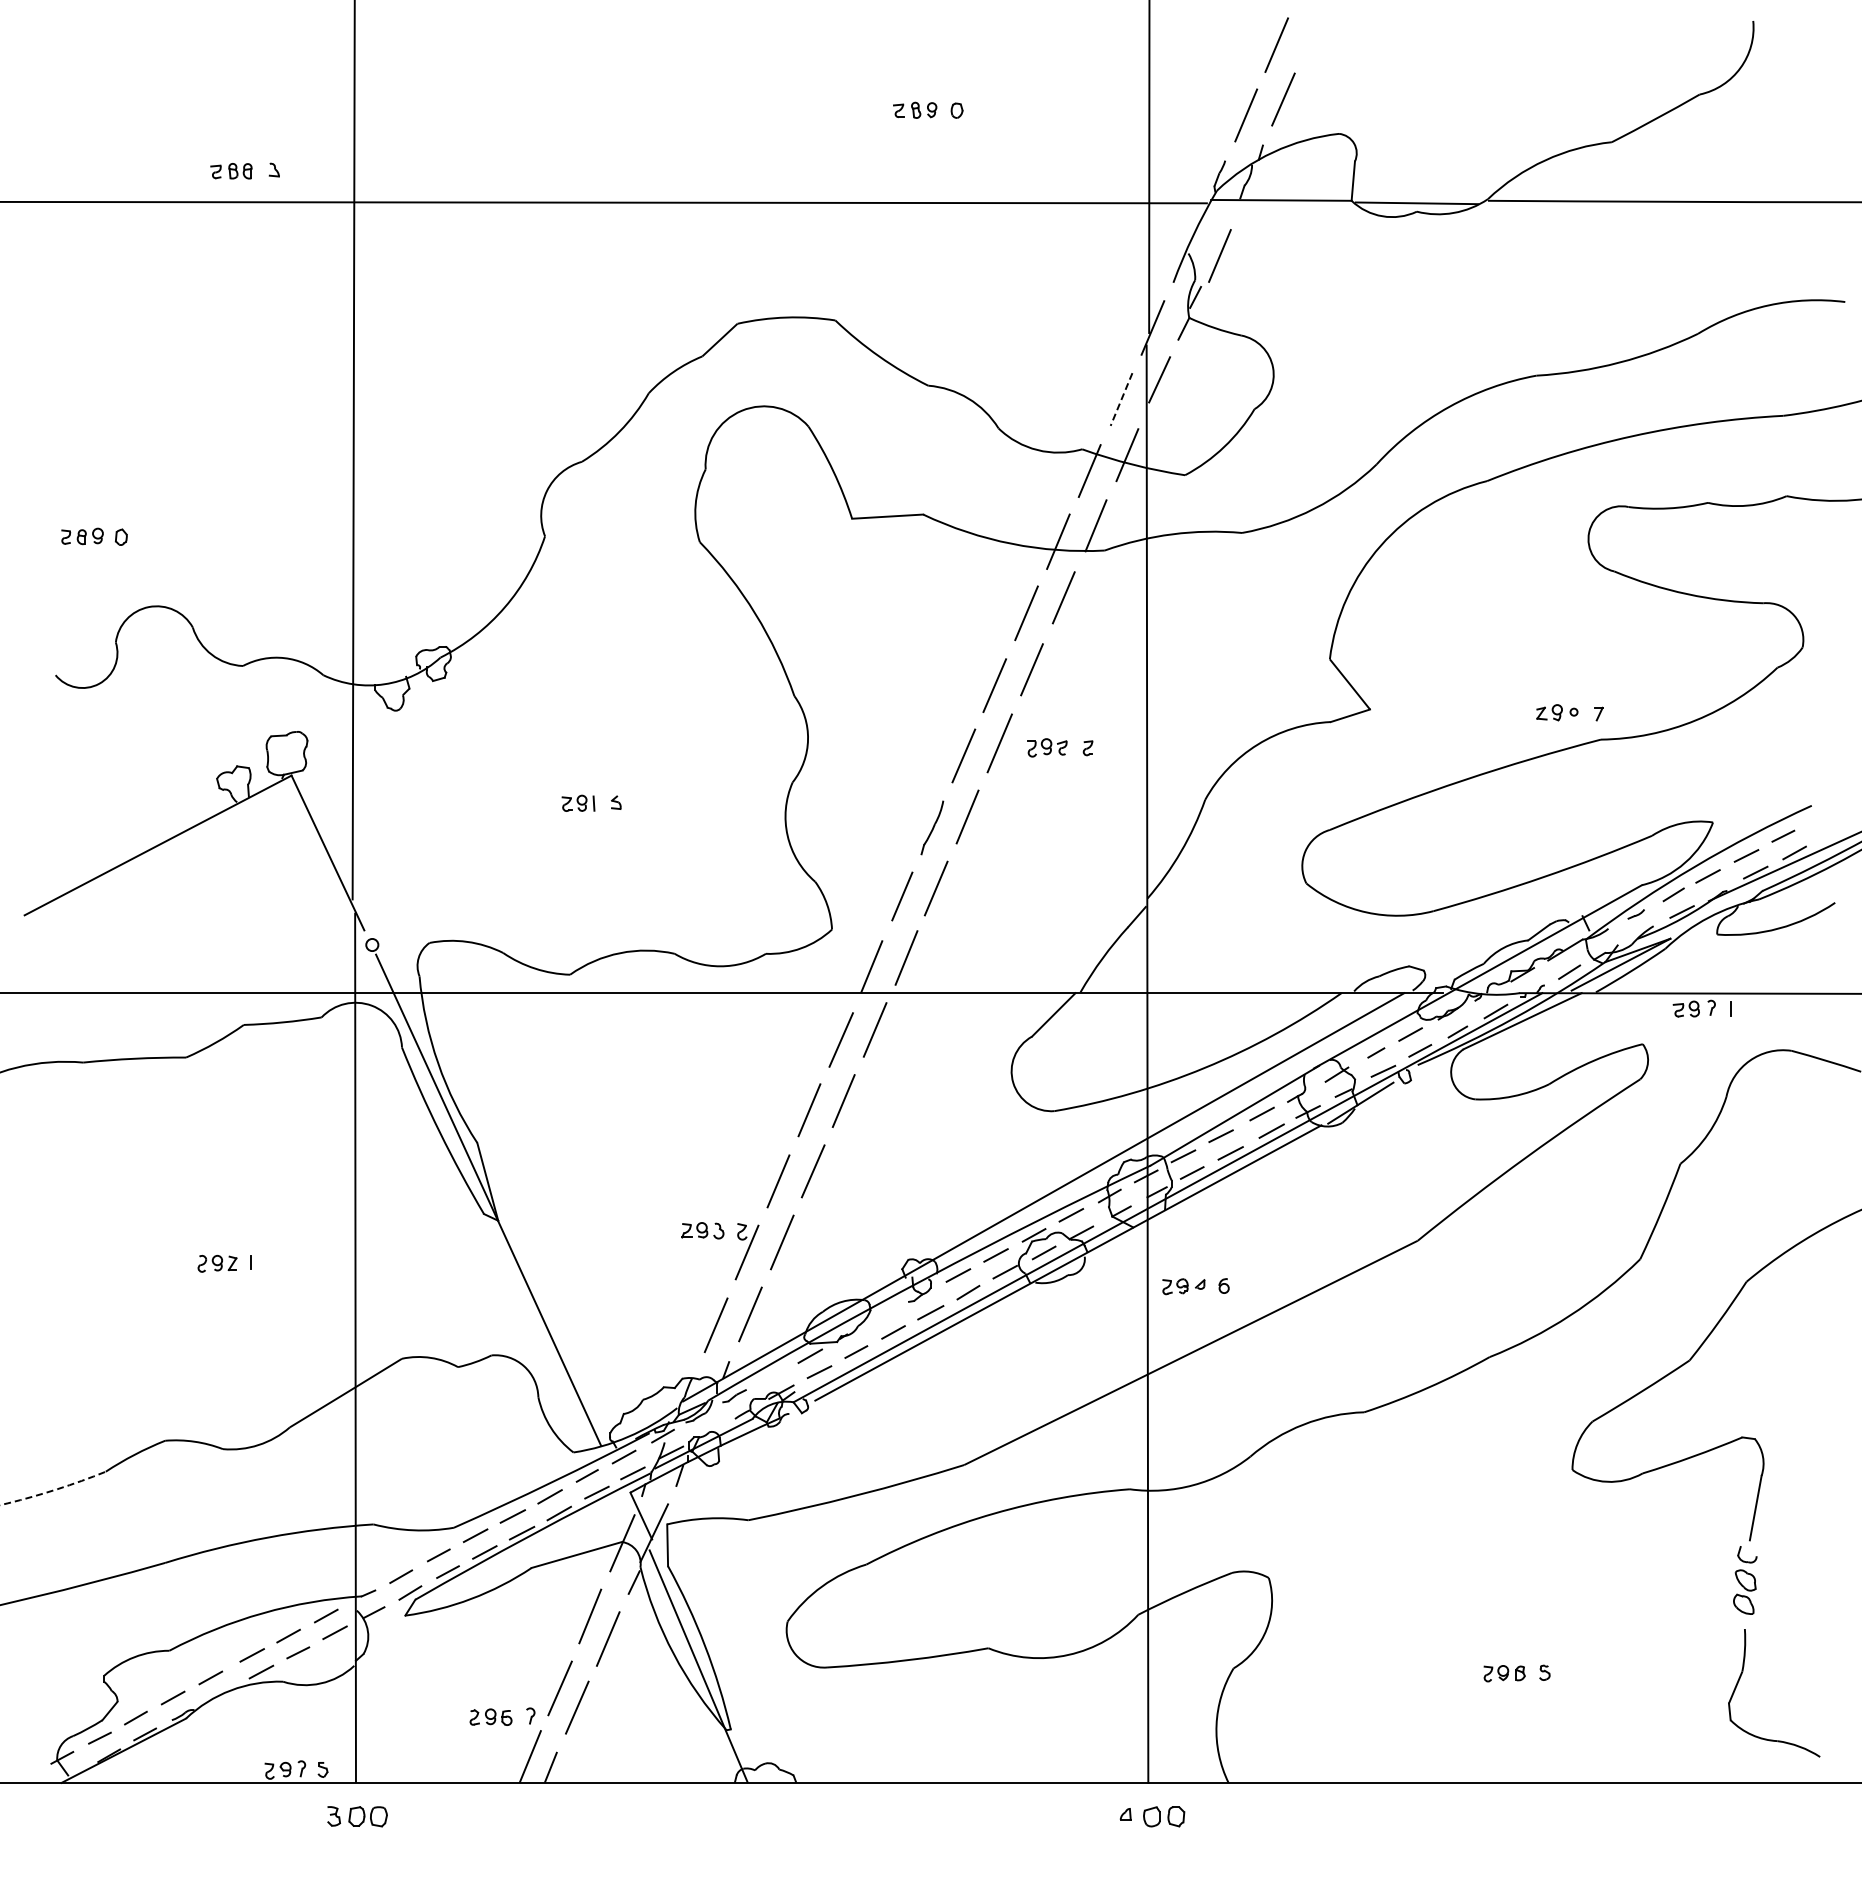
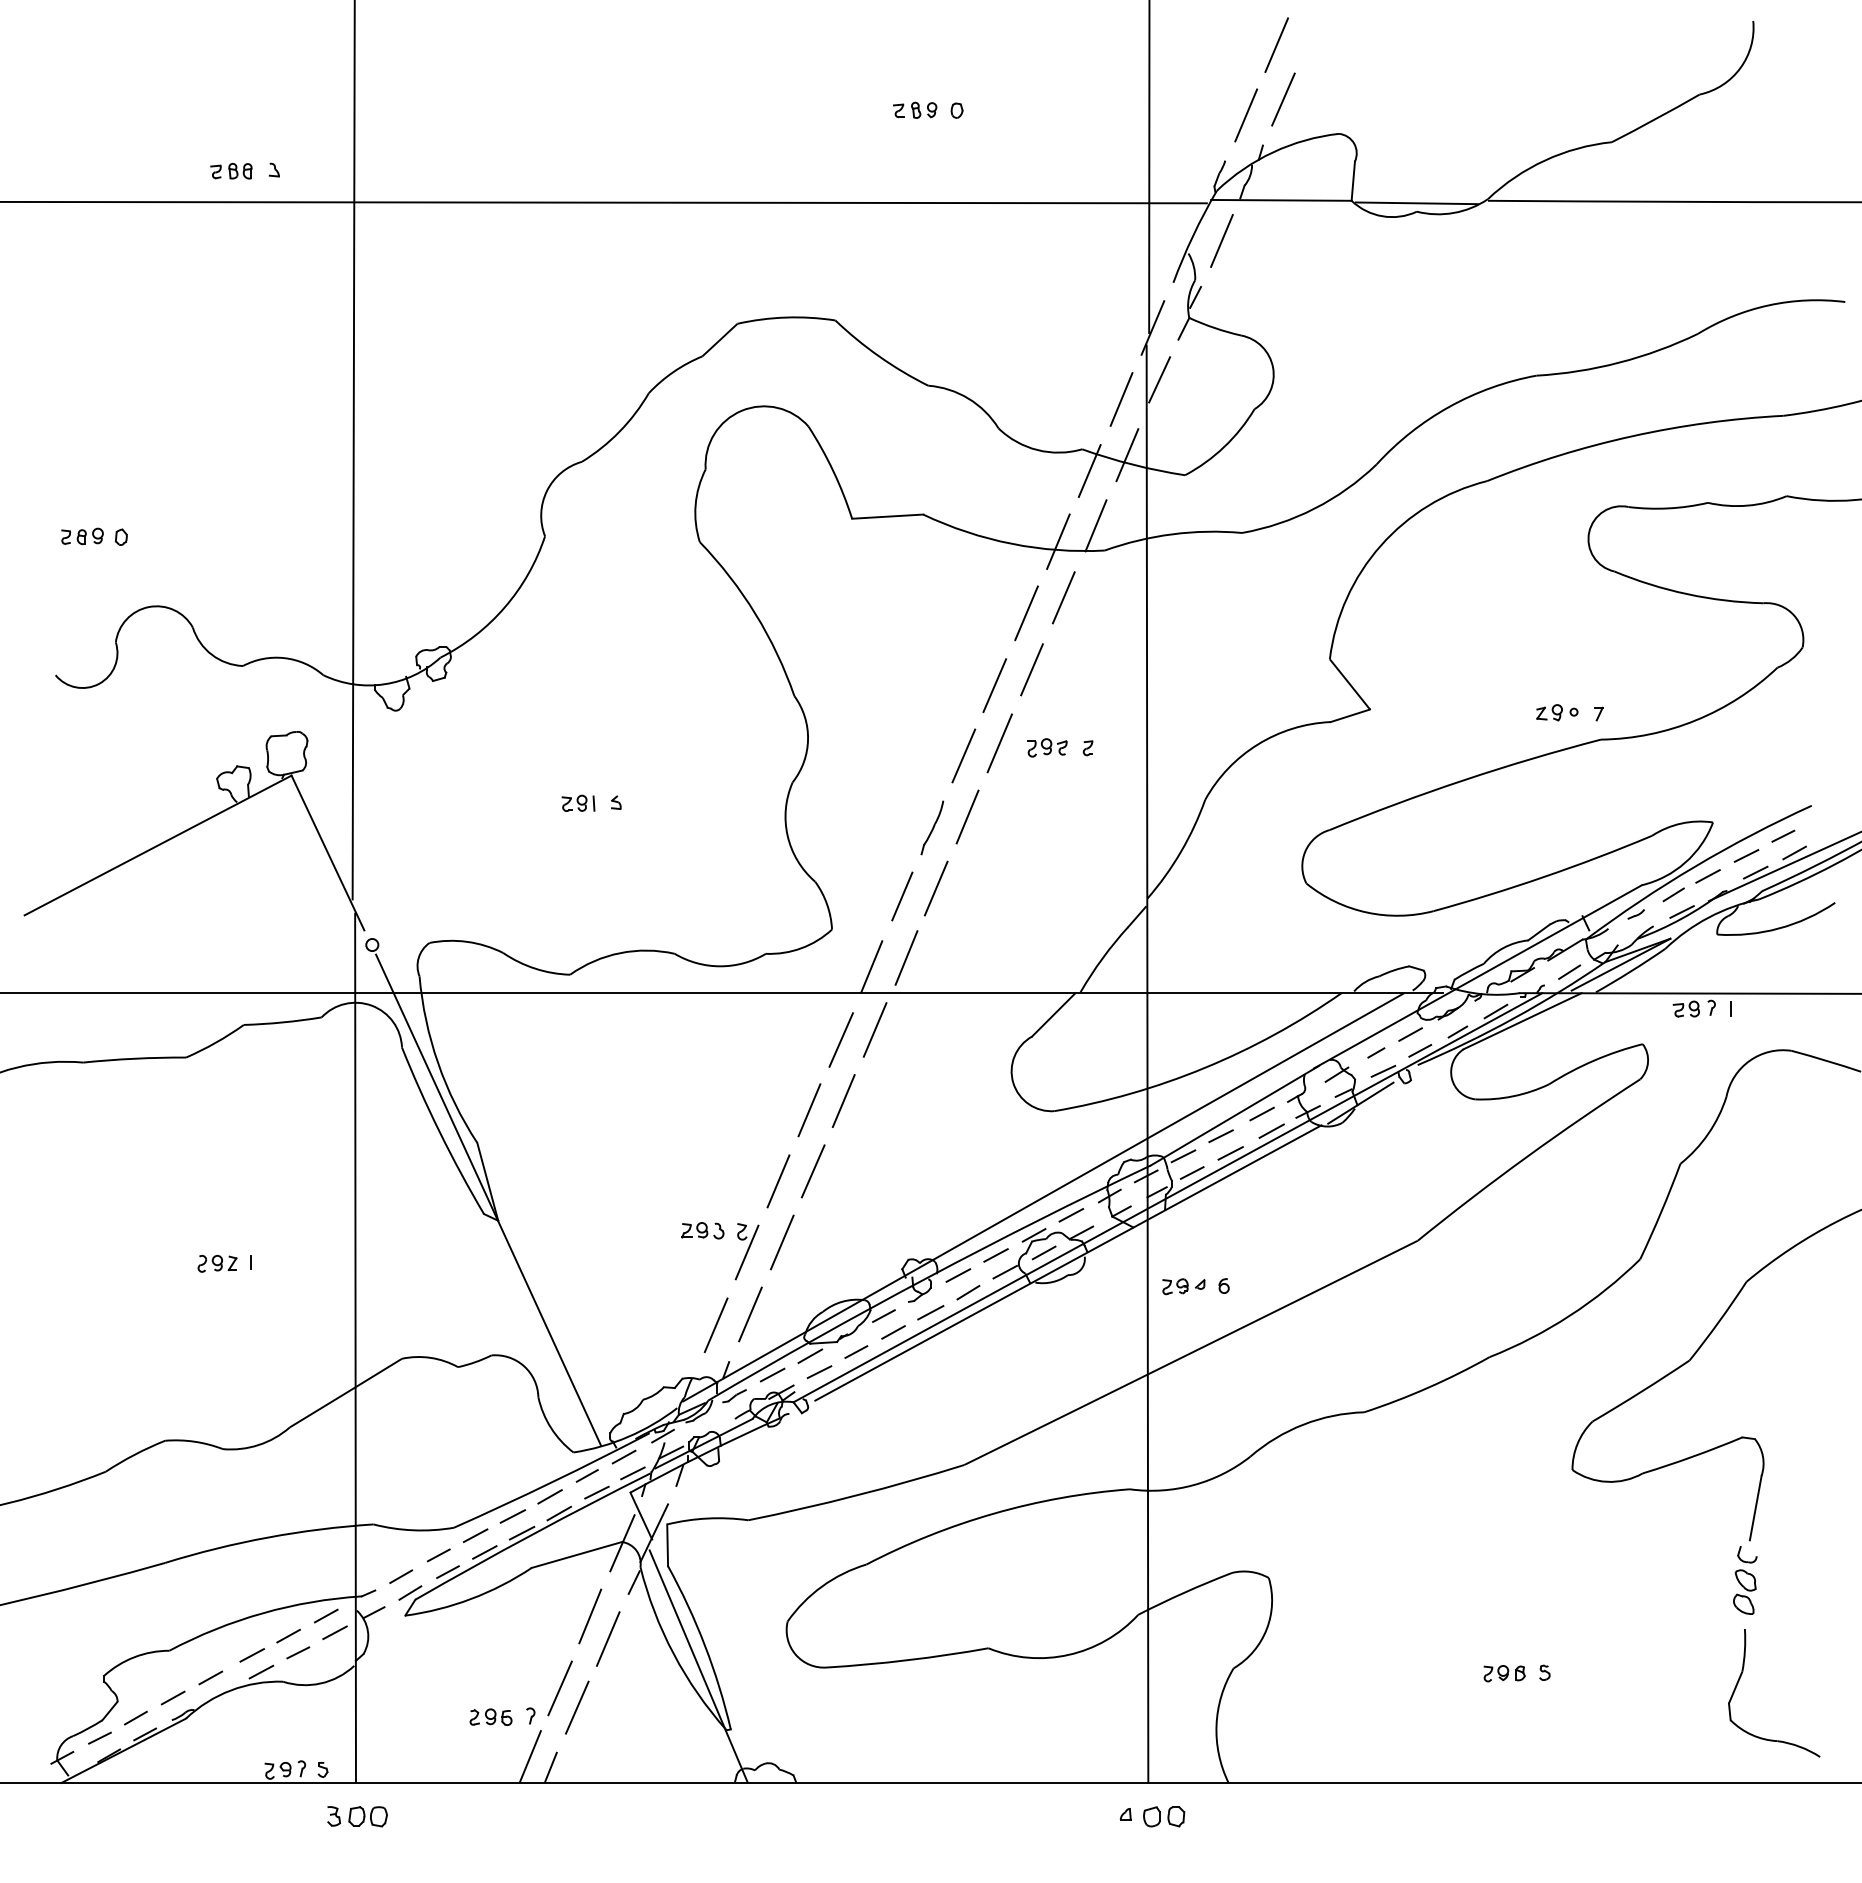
line at (1219, 255) position: (1219, 255) -> (1221, 240)
line at (1121, 399): dashed -> solid
line at (883, 1315): none -> present
line at (772, 1374): none -> present
arc at (53, 1490): dashed -> solid
